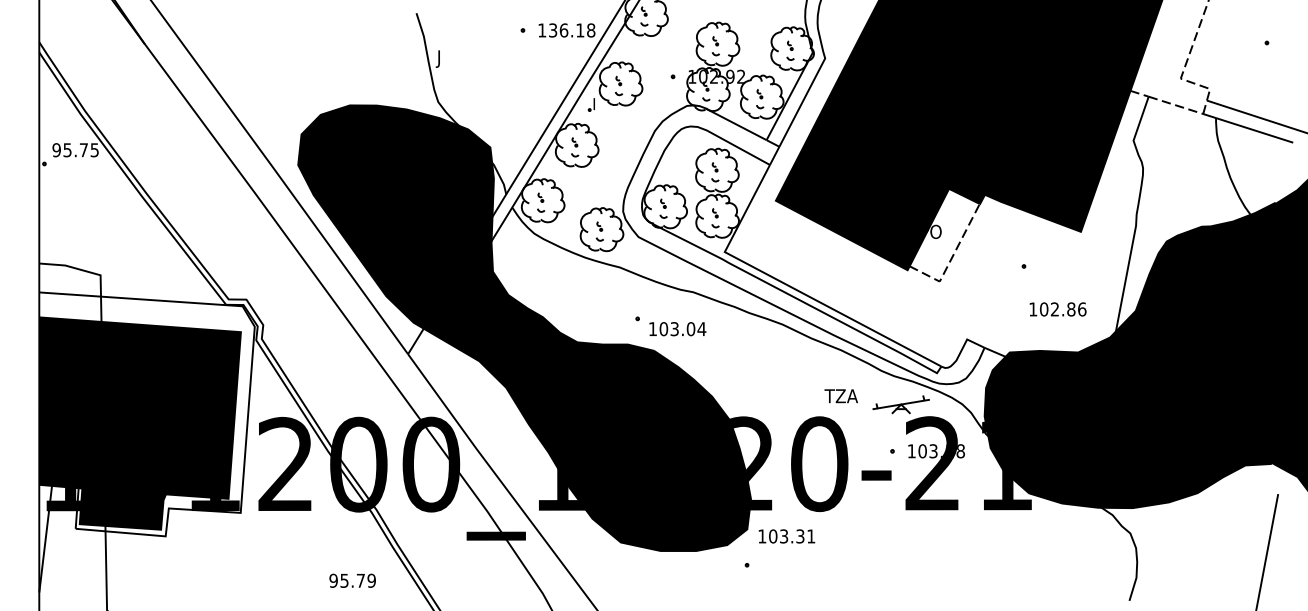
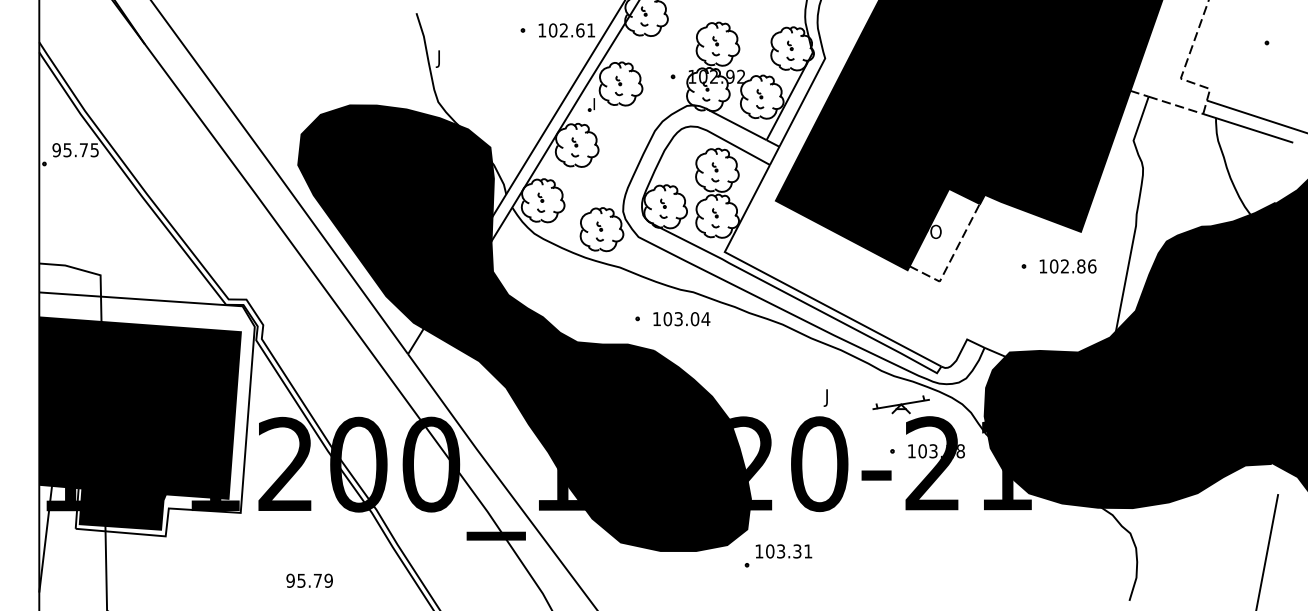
text at (571, 30): 136.18 -> 102.61
text at (1057, 309) position: (1057, 309) -> (1067, 266)
text at (677, 329) position: (677, 329) -> (681, 319)
text at (840, 397): TZA -> J
text at (786, 536) position: (786, 536) -> (783, 551)
text at (352, 580) position: (352, 580) -> (309, 580)
